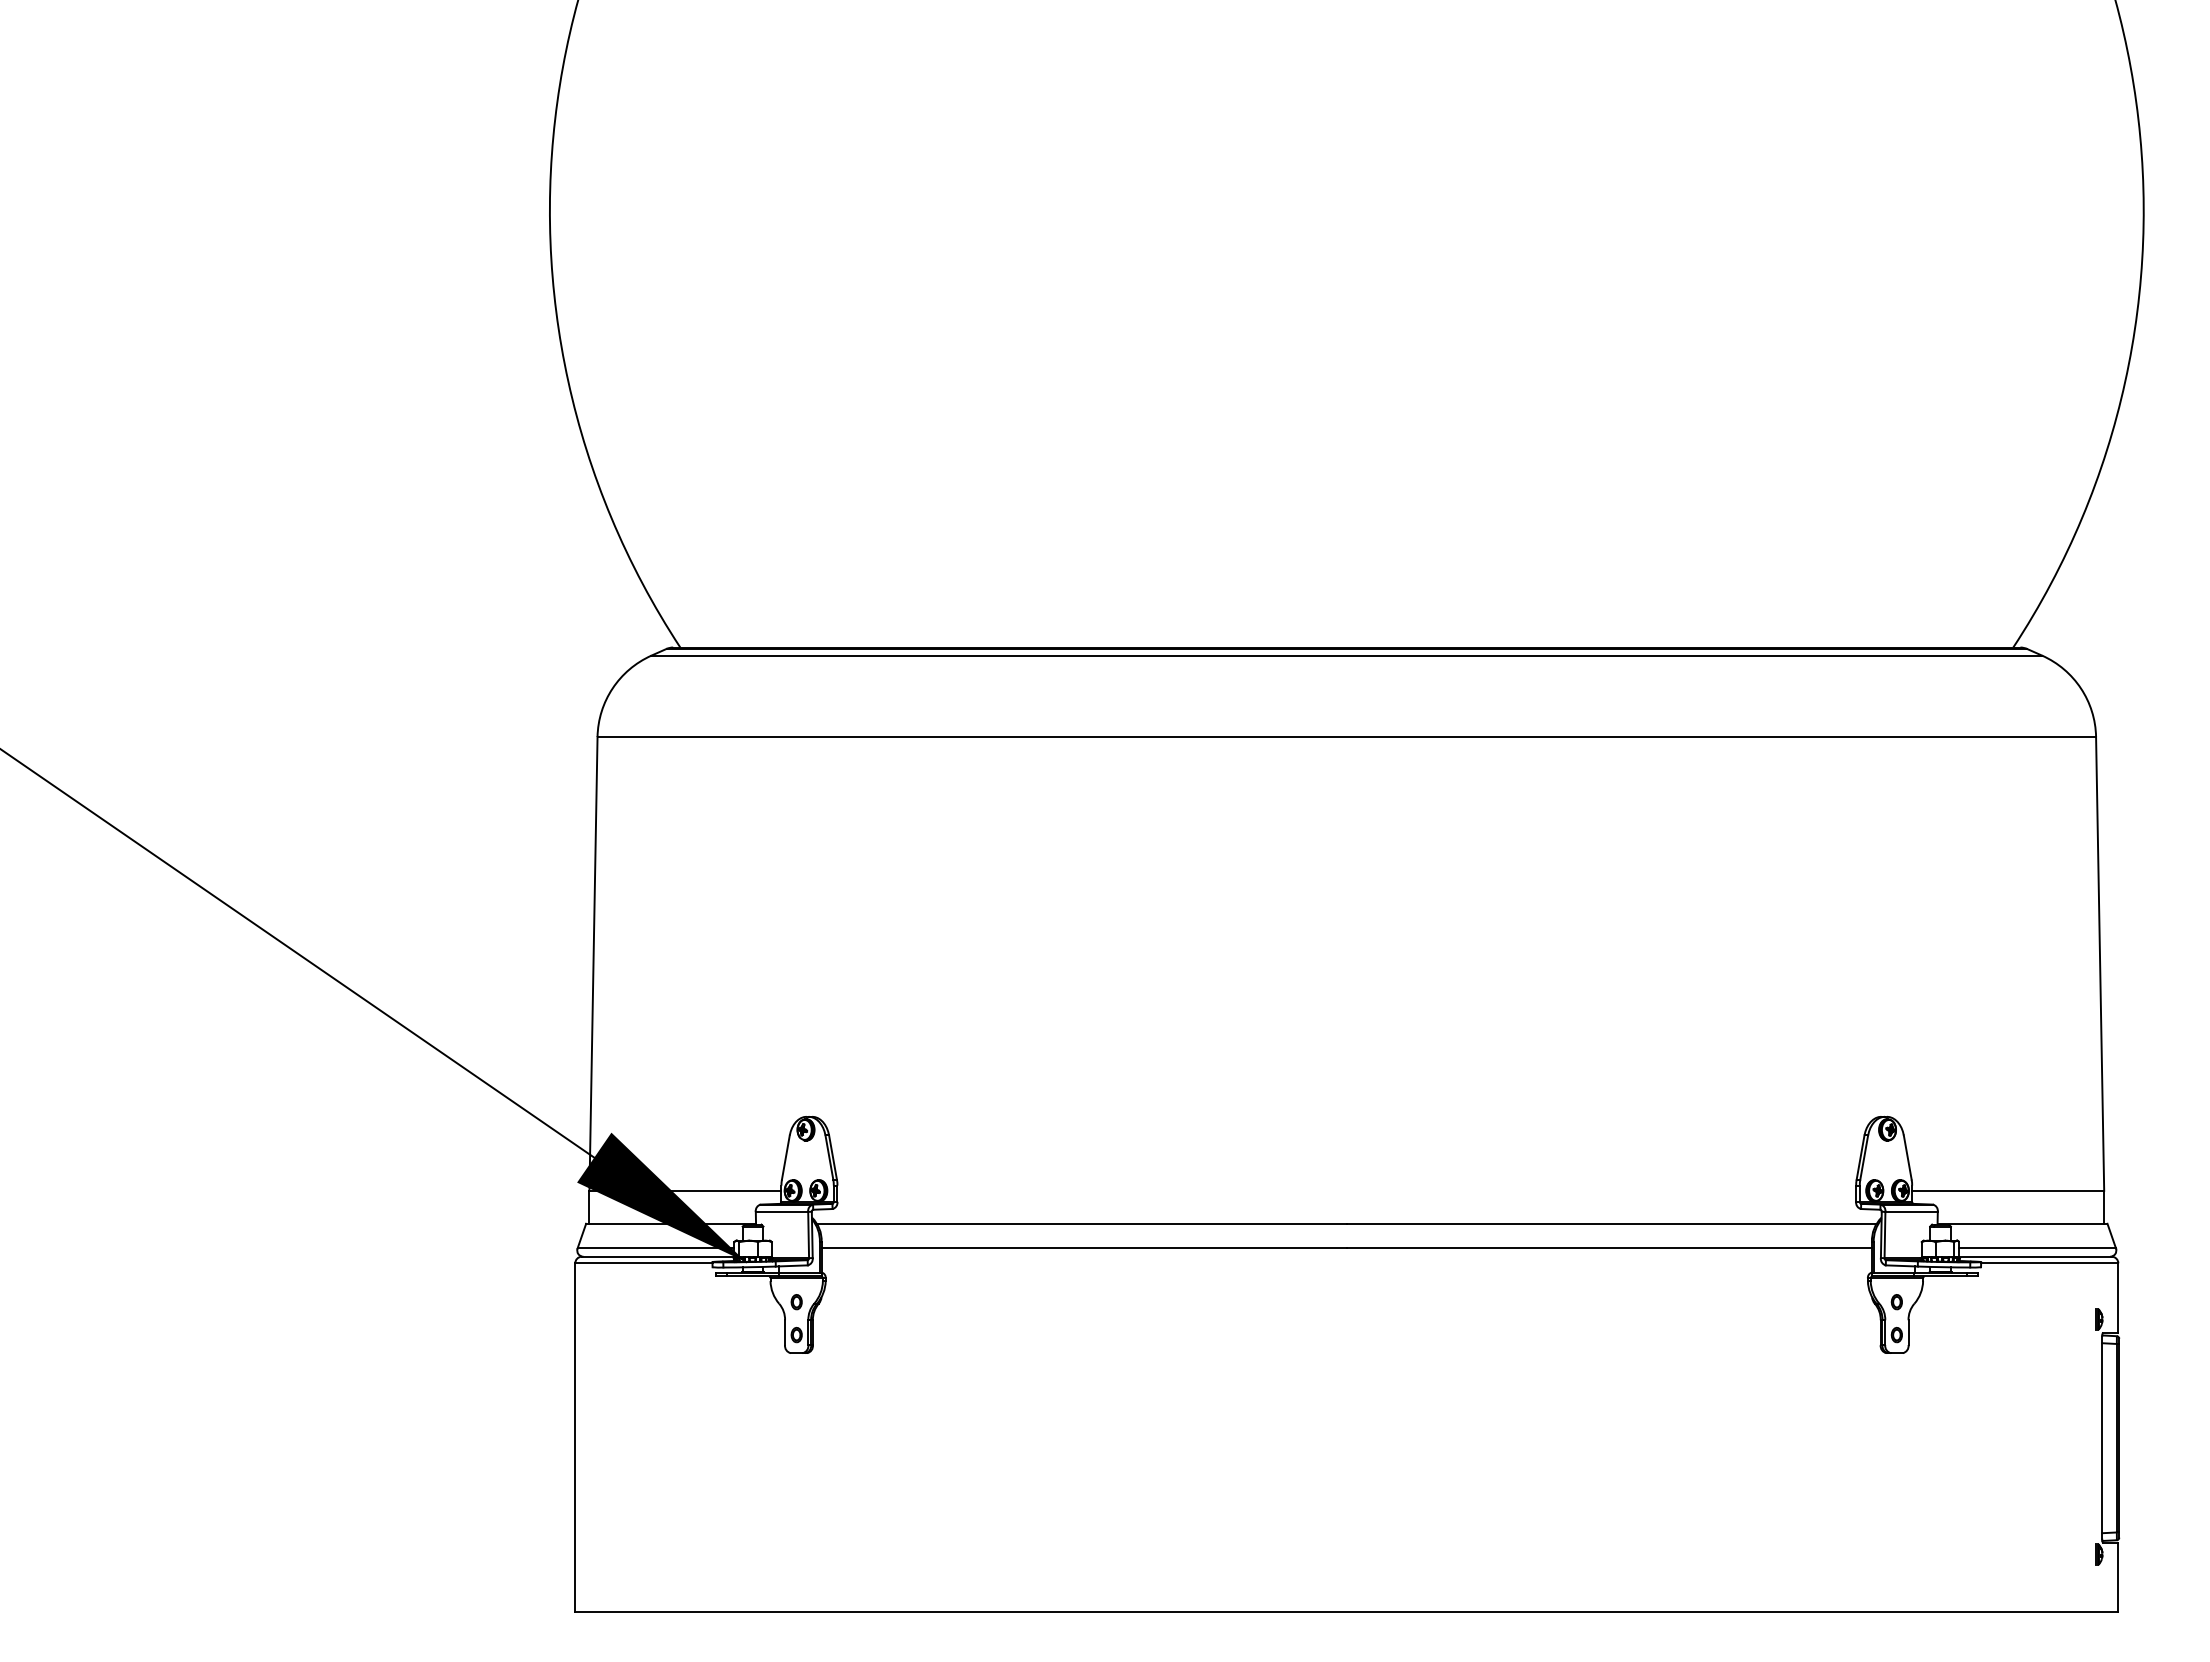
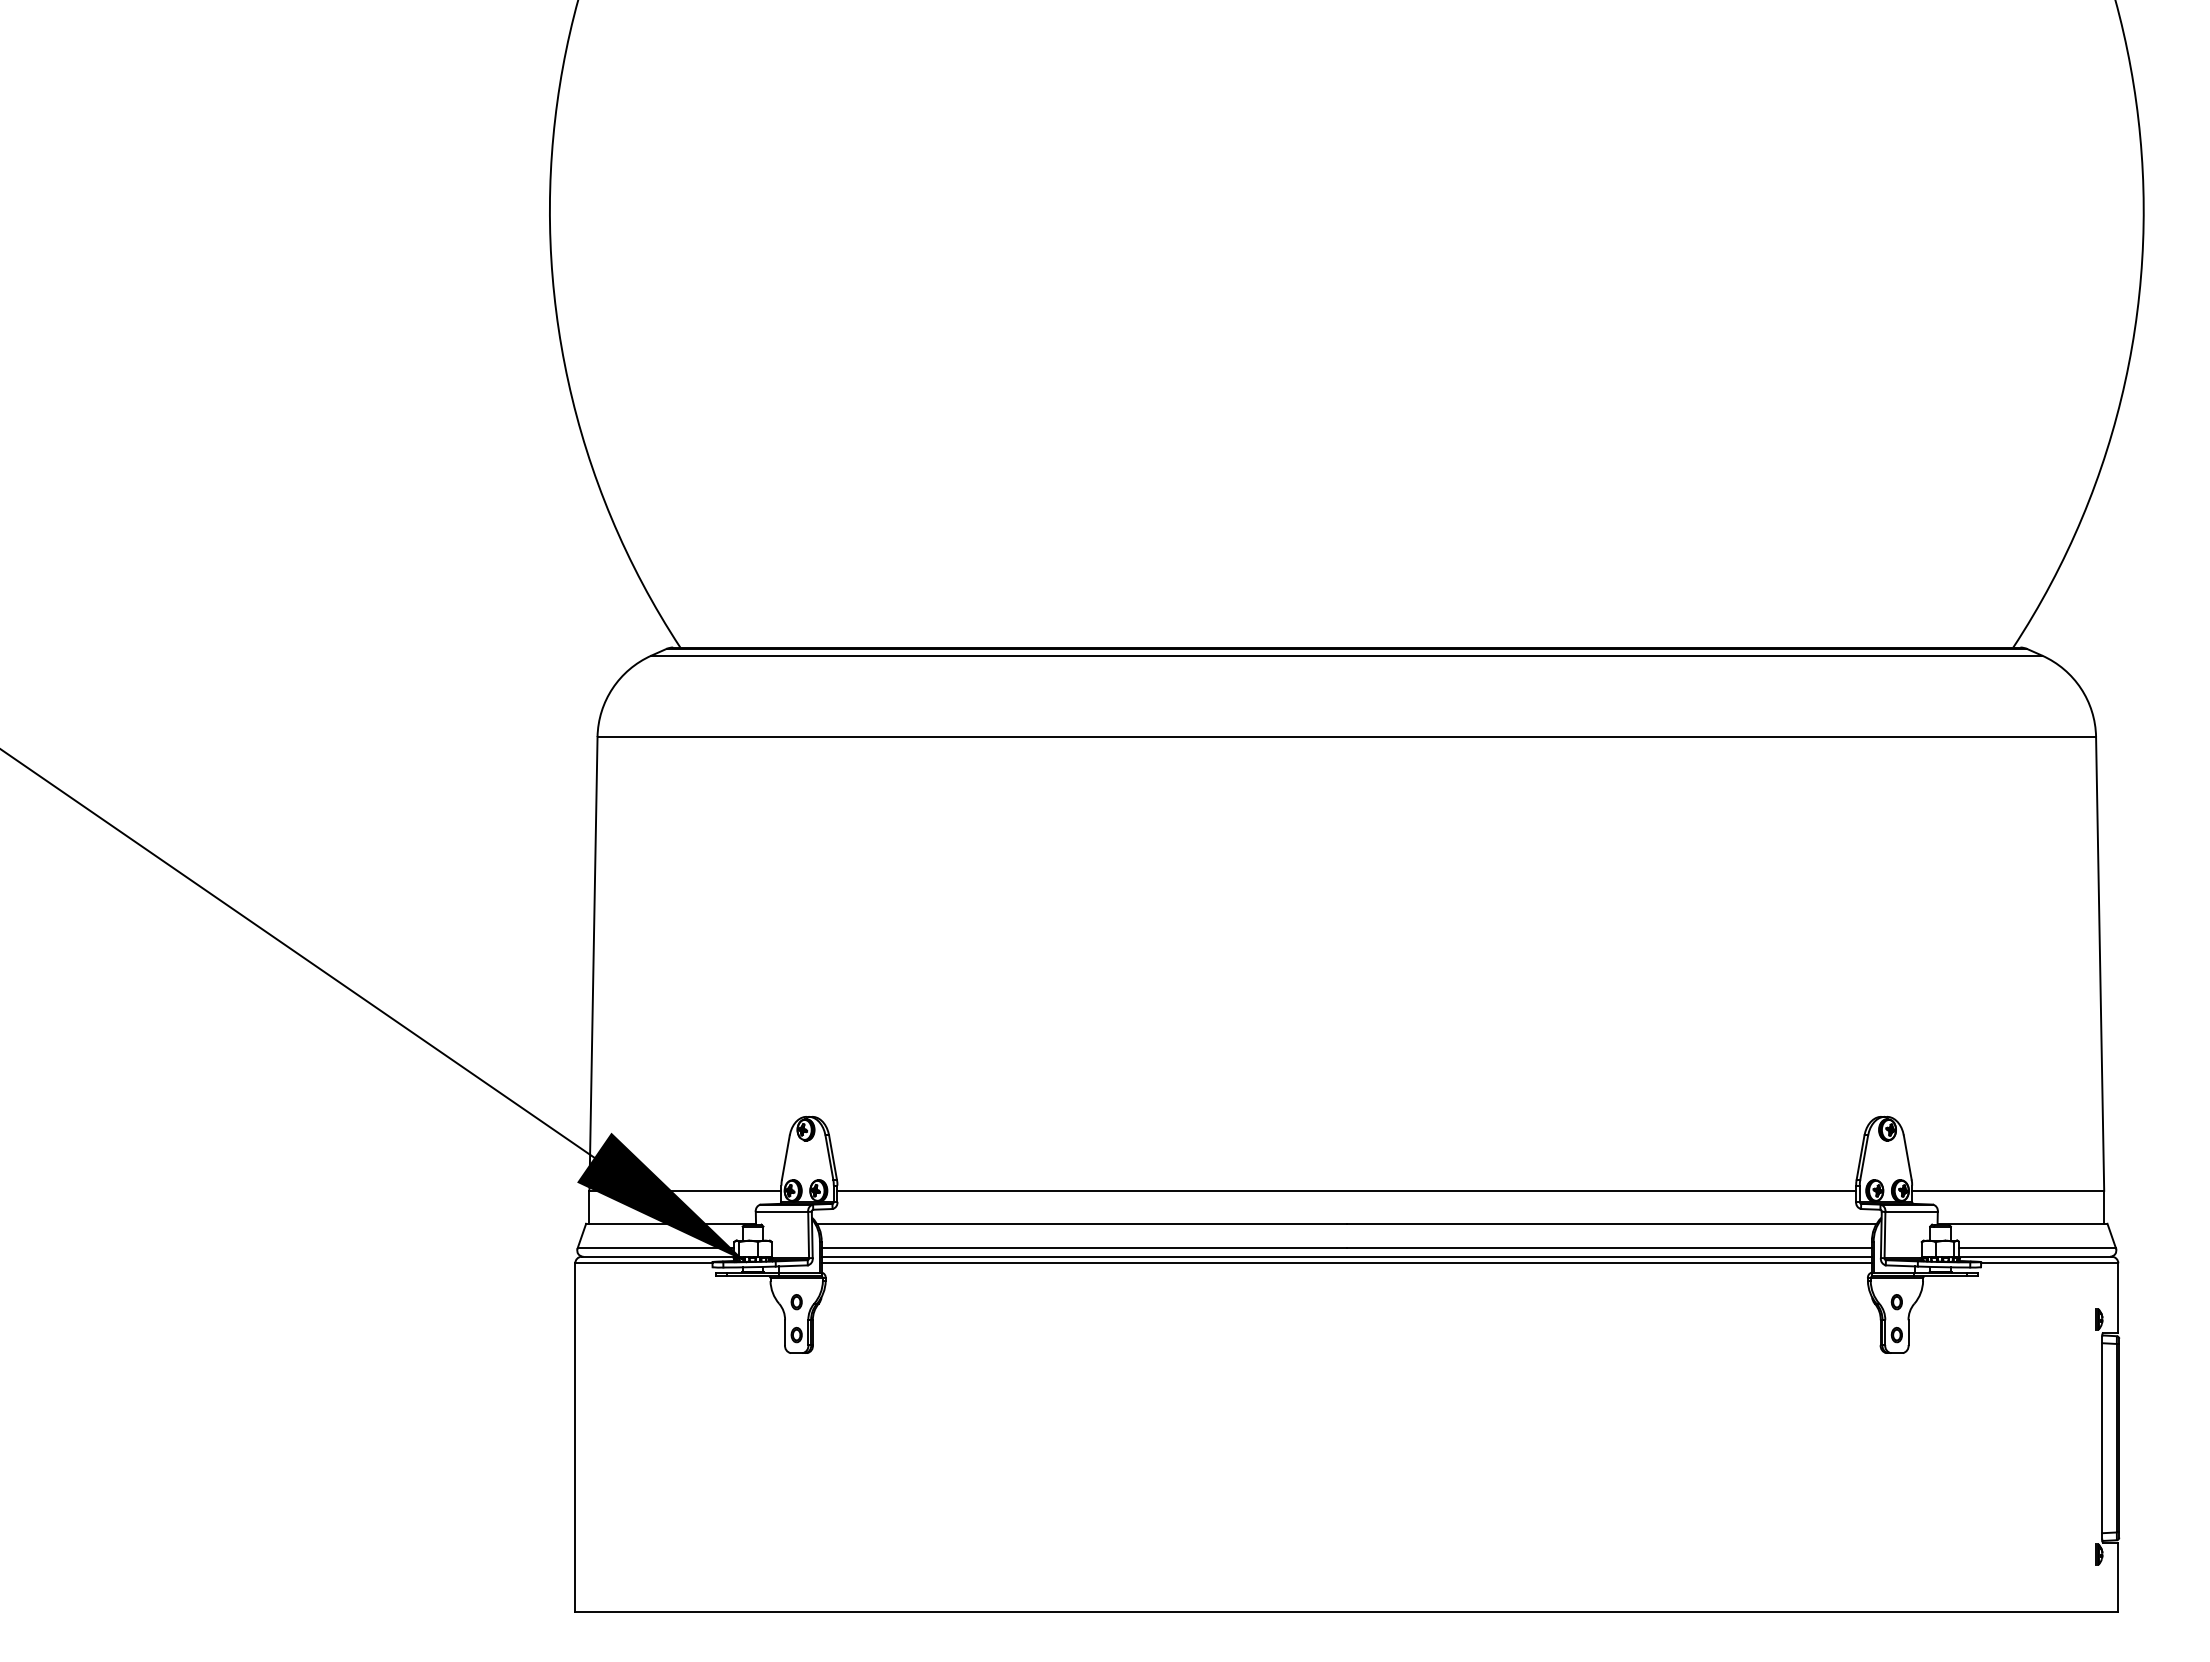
line at (1346, 1190): none -> present
line at (1346, 1256): none -> present
line at (1346, 1263): none -> present
